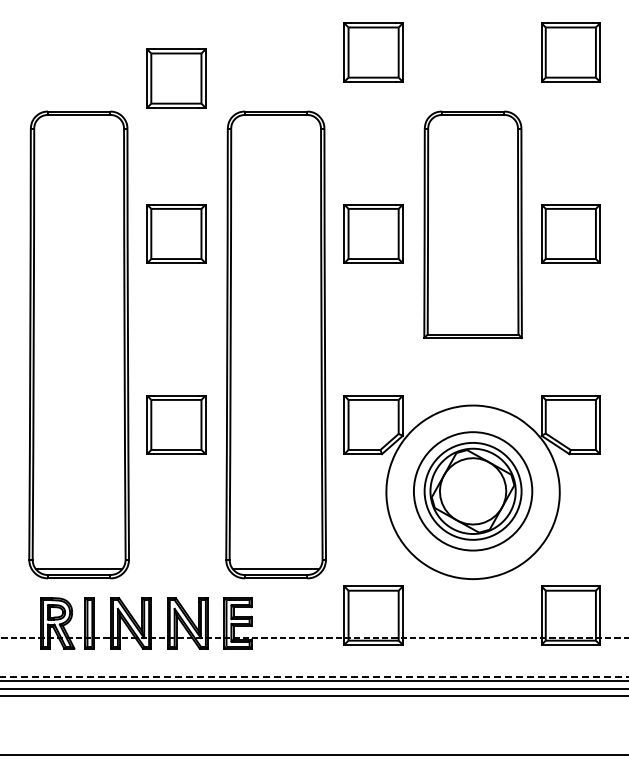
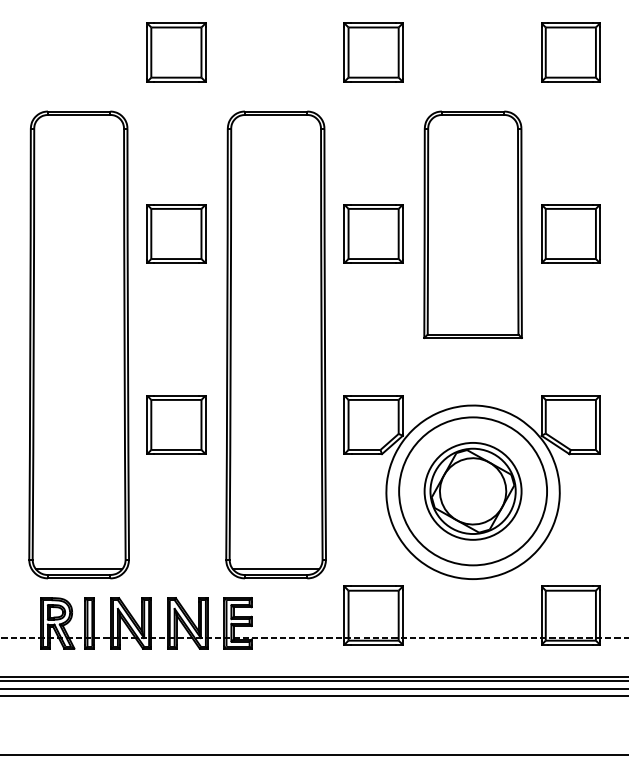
part at (176, 78) position: (176, 78) -> (176, 52)
circle at (472, 491) diameter: 118 px -> 148 px
line at (314, 676): dashed -> solid
